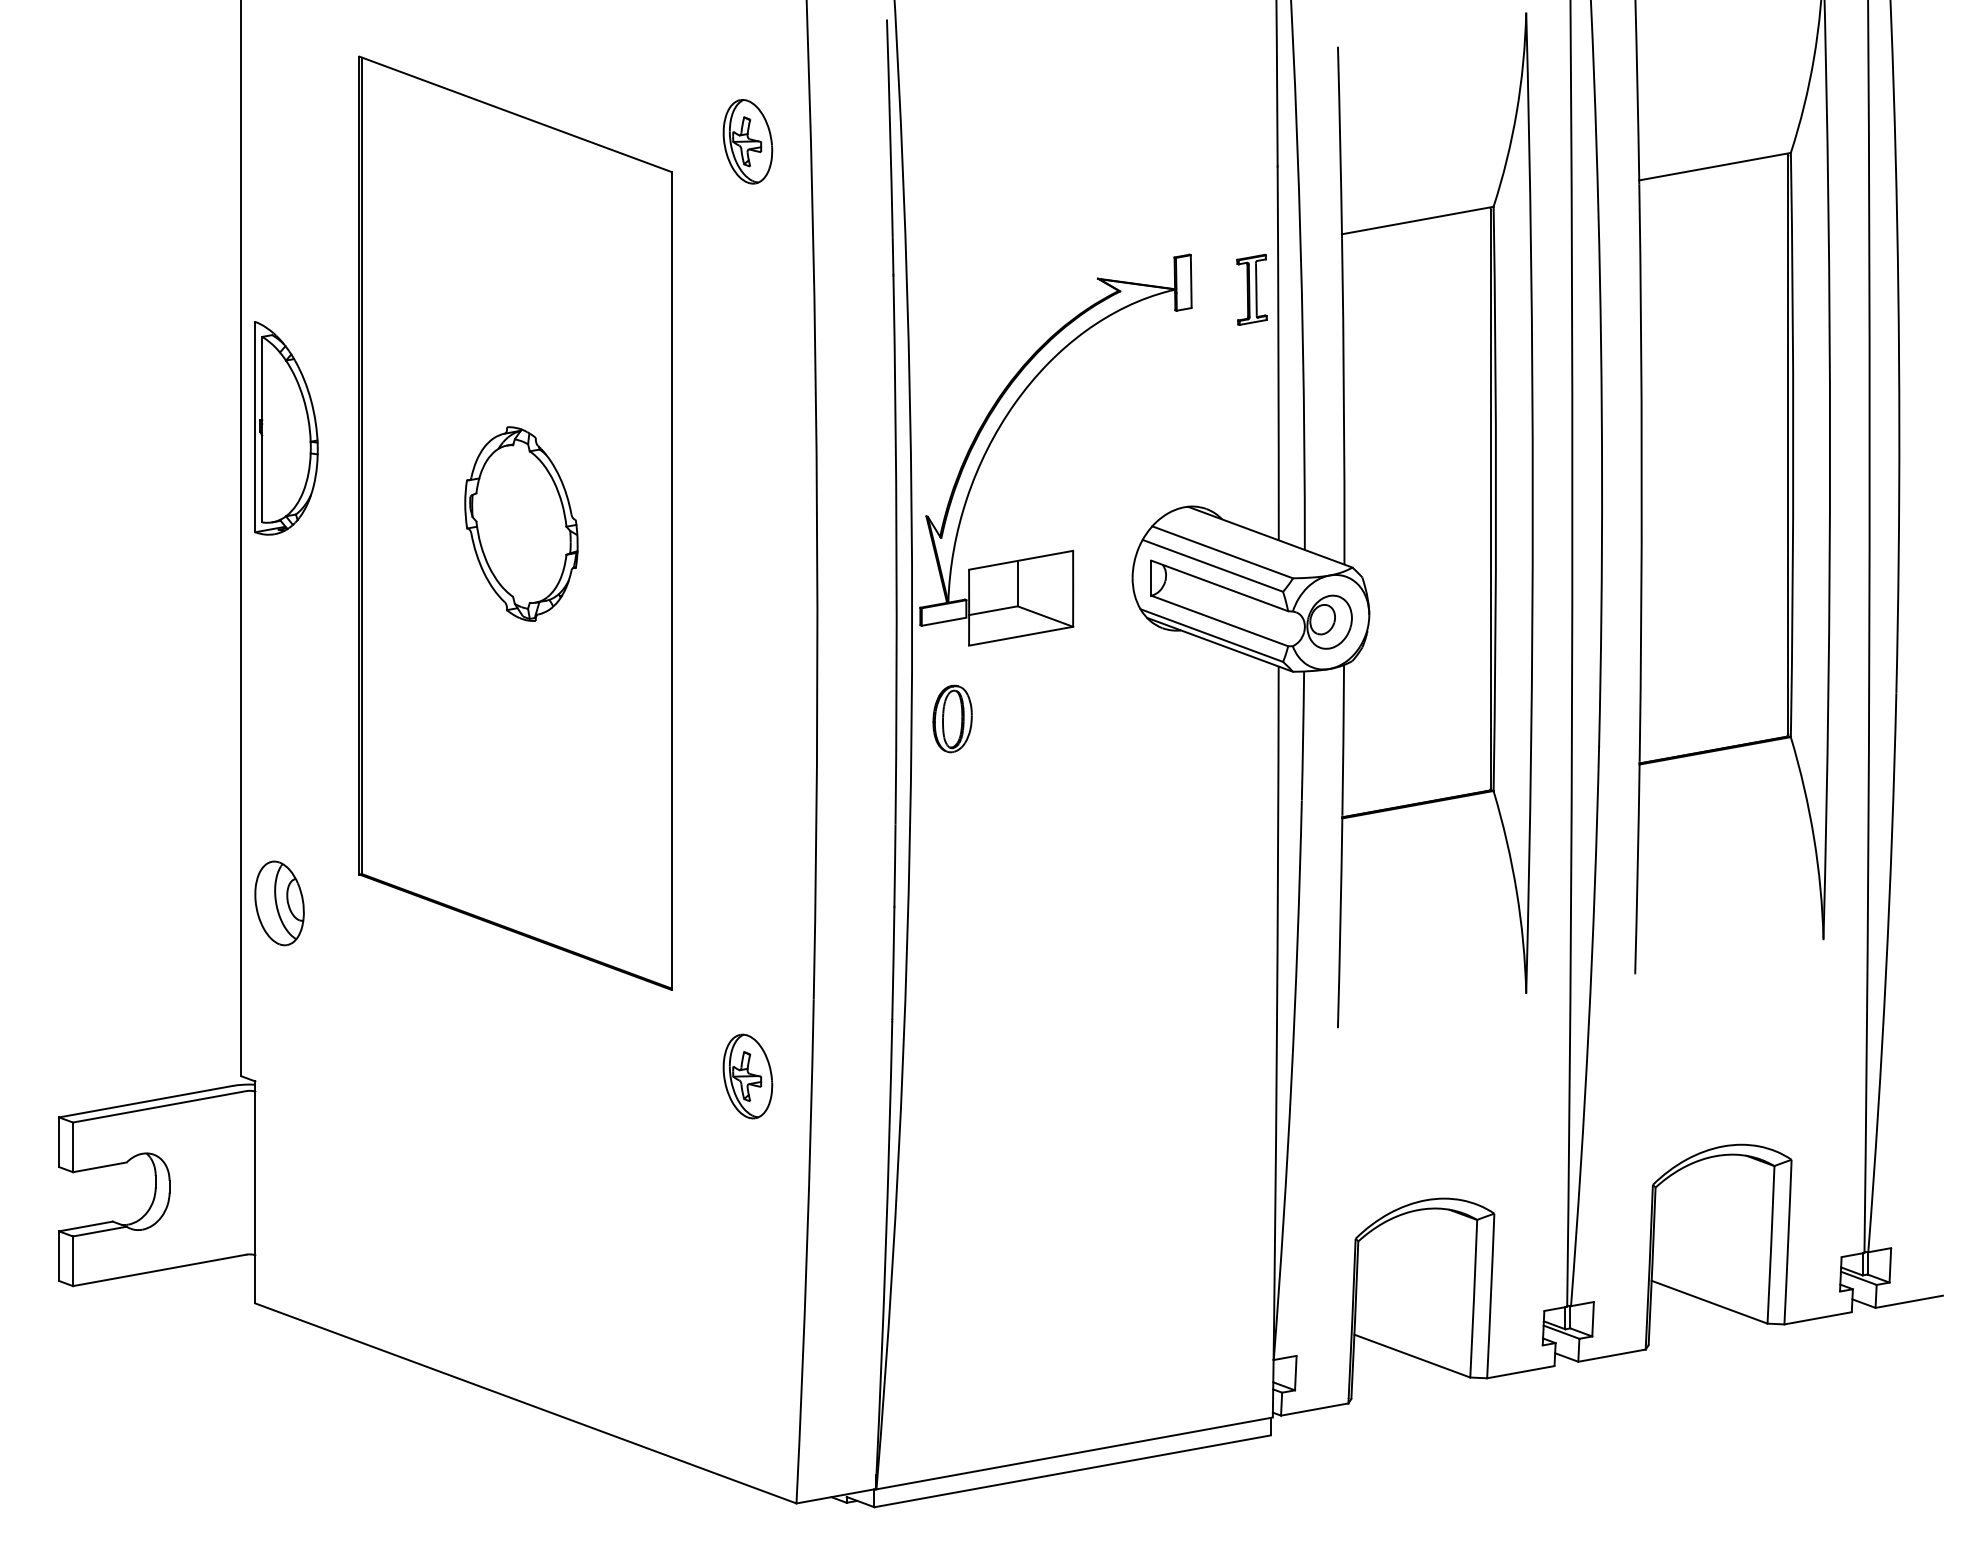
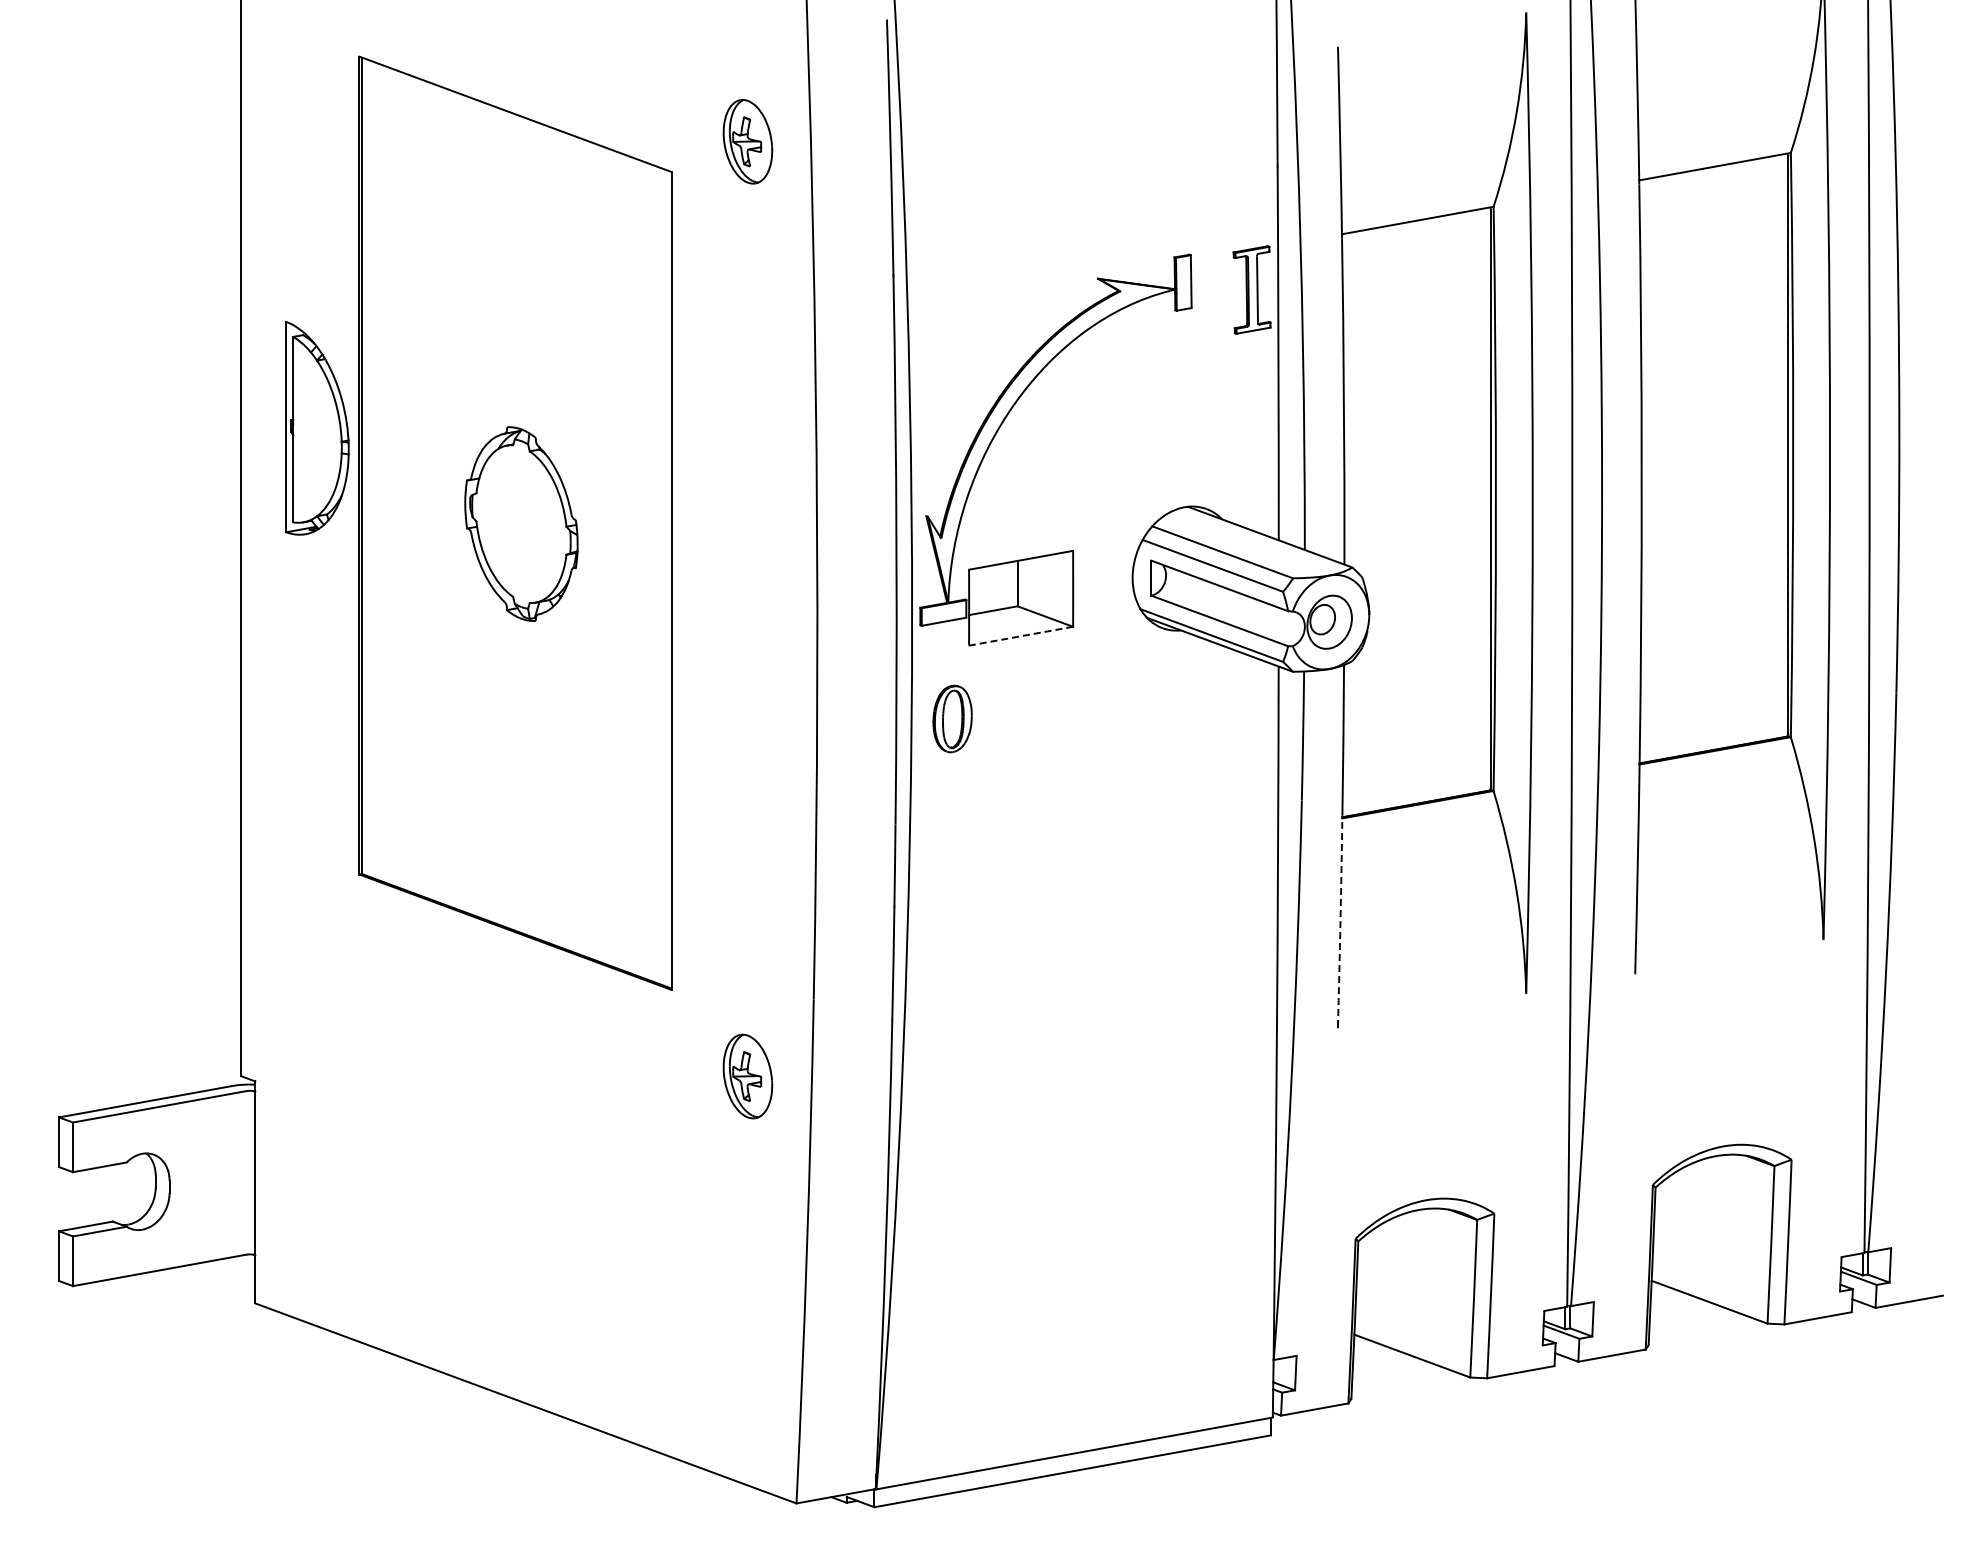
part at (1251, 289) size: 32x73 px -> 40x90 px
part at (286, 428) position: (286, 428) -> (317, 428)
line at (1021, 636): solid -> dashed
part at (279, 903): present -> none
arc at (1340, 921): solid -> dashed
